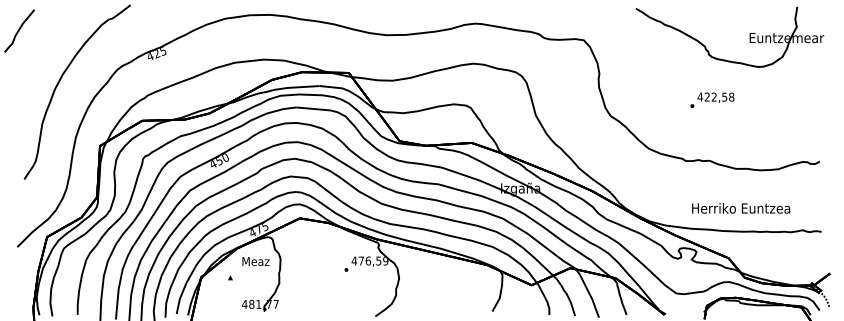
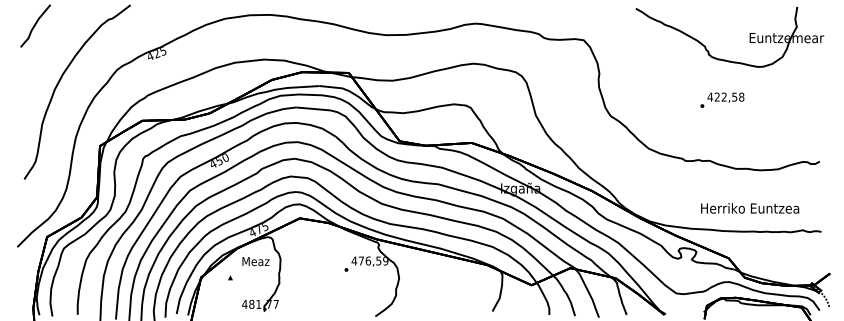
curve at (19, 30) position: (19, 30) -> (35, 25)
text at (712, 99) position: (712, 99) -> (722, 99)
text at (741, 208) position: (741, 208) -> (750, 208)
